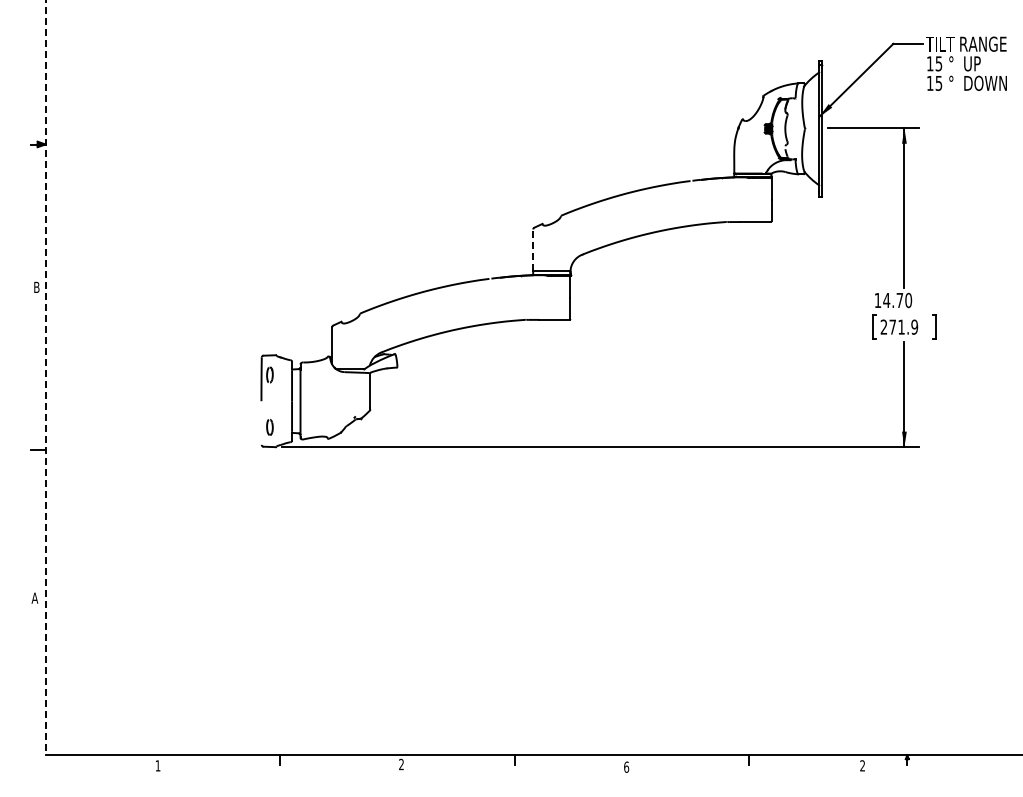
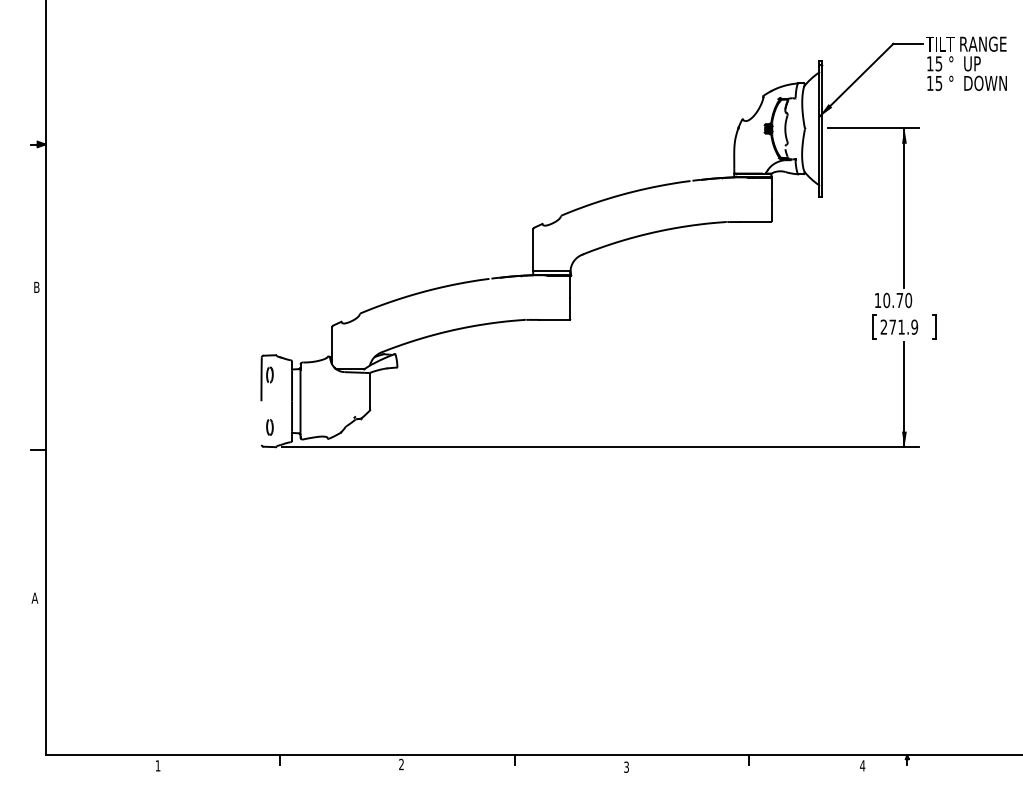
line at (533, 250): dashed -> solid
text at (886, 300): 14.70 -> 10.70
line at (45, 378): dashed -> solid
text at (862, 765): 2 -> 4
text at (626, 766): 6 -> 3
